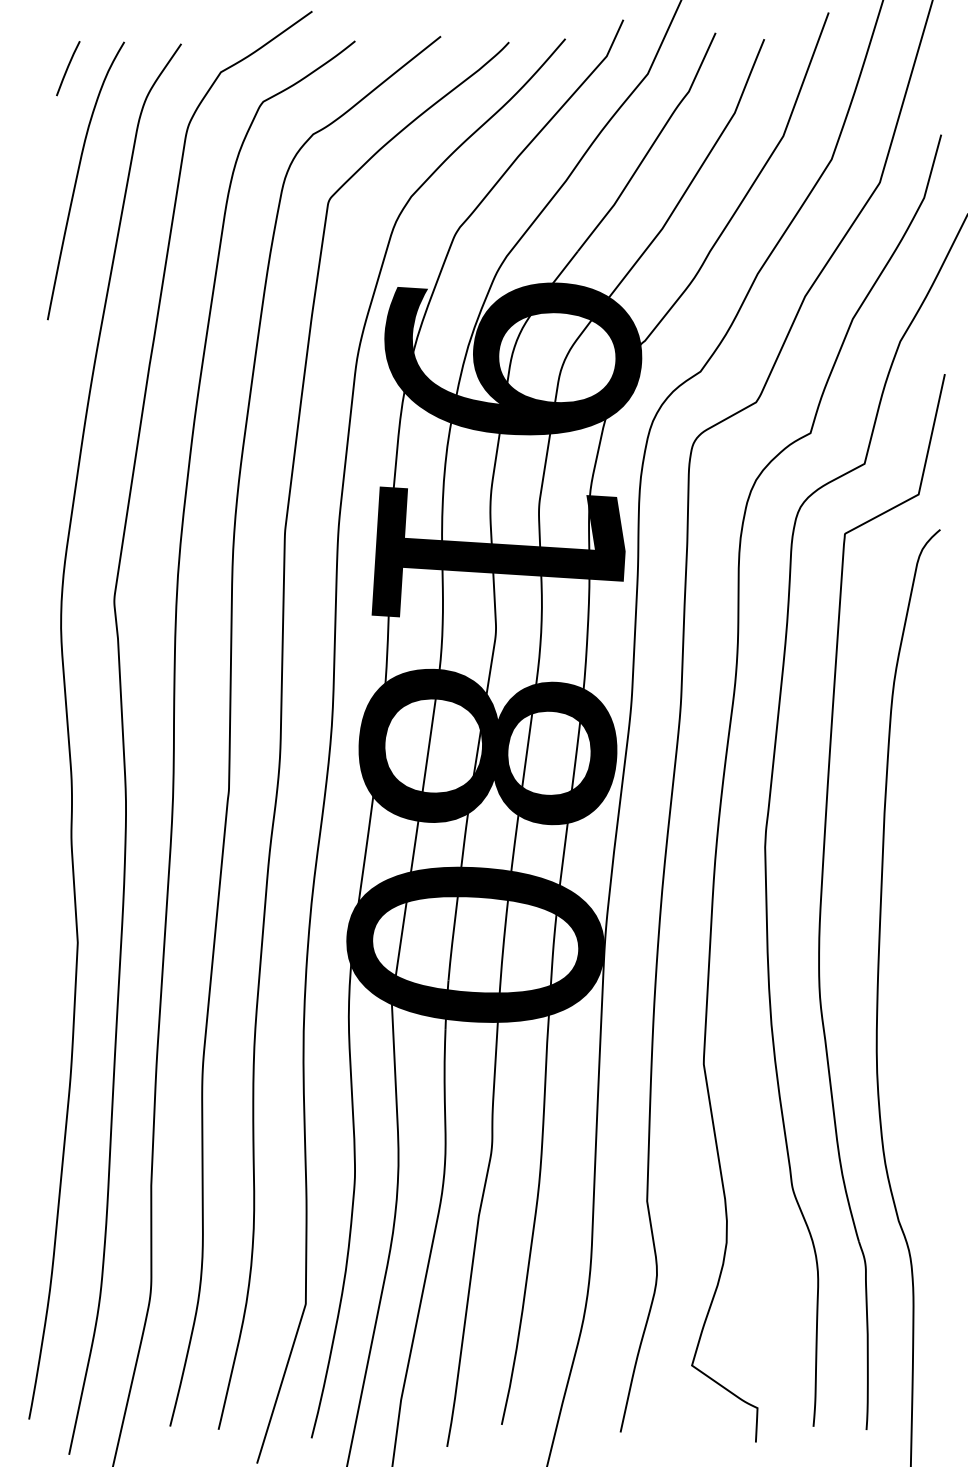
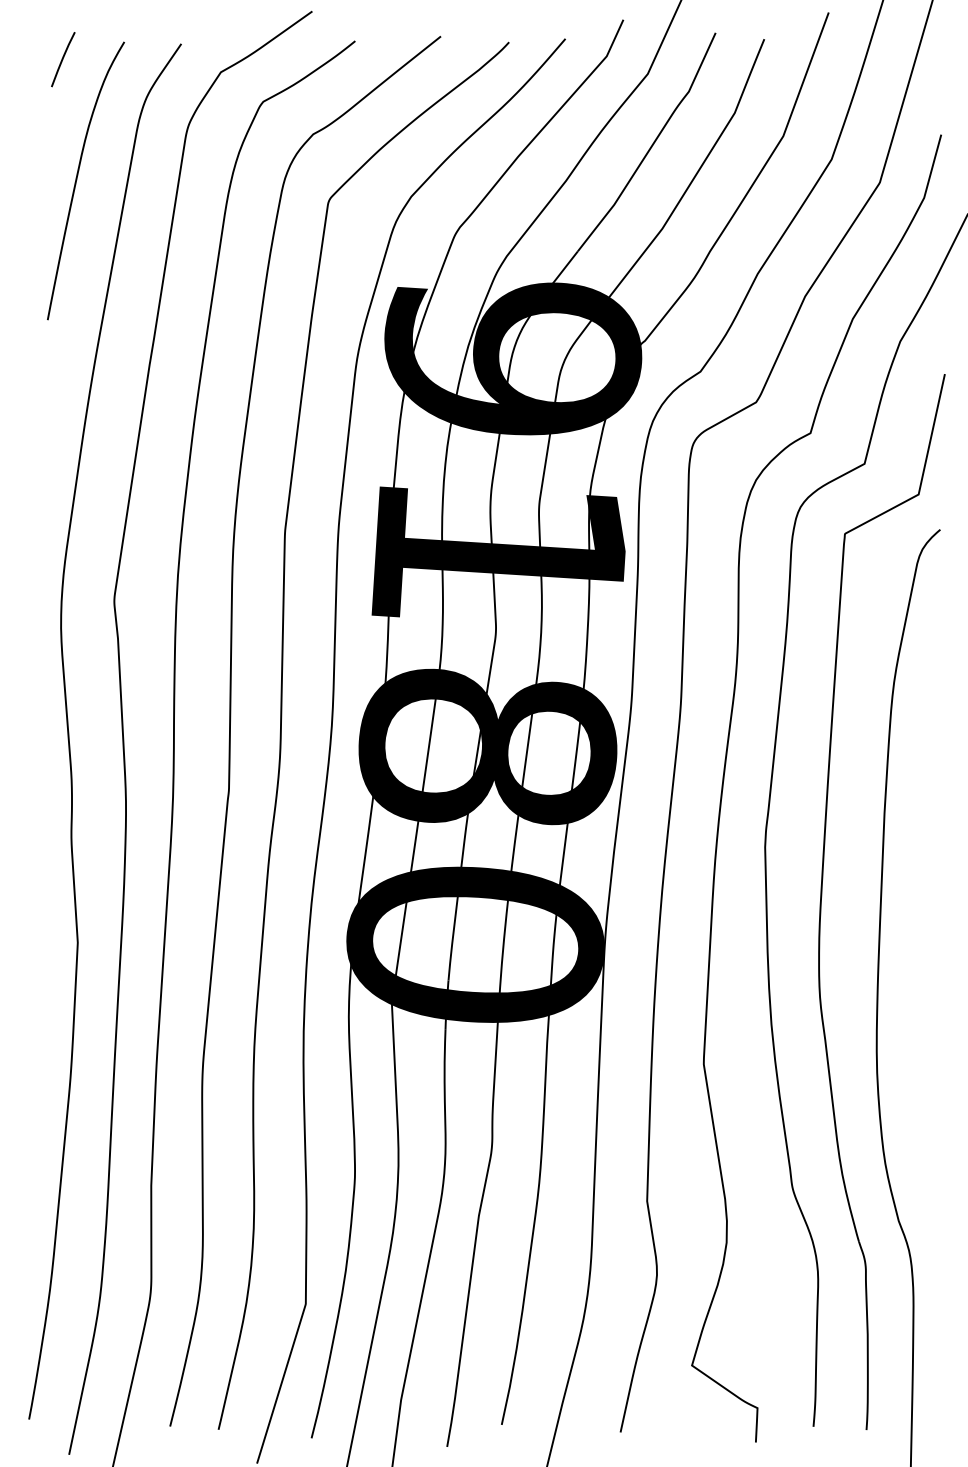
line at (68, 68) position: (68, 68) -> (63, 59)
